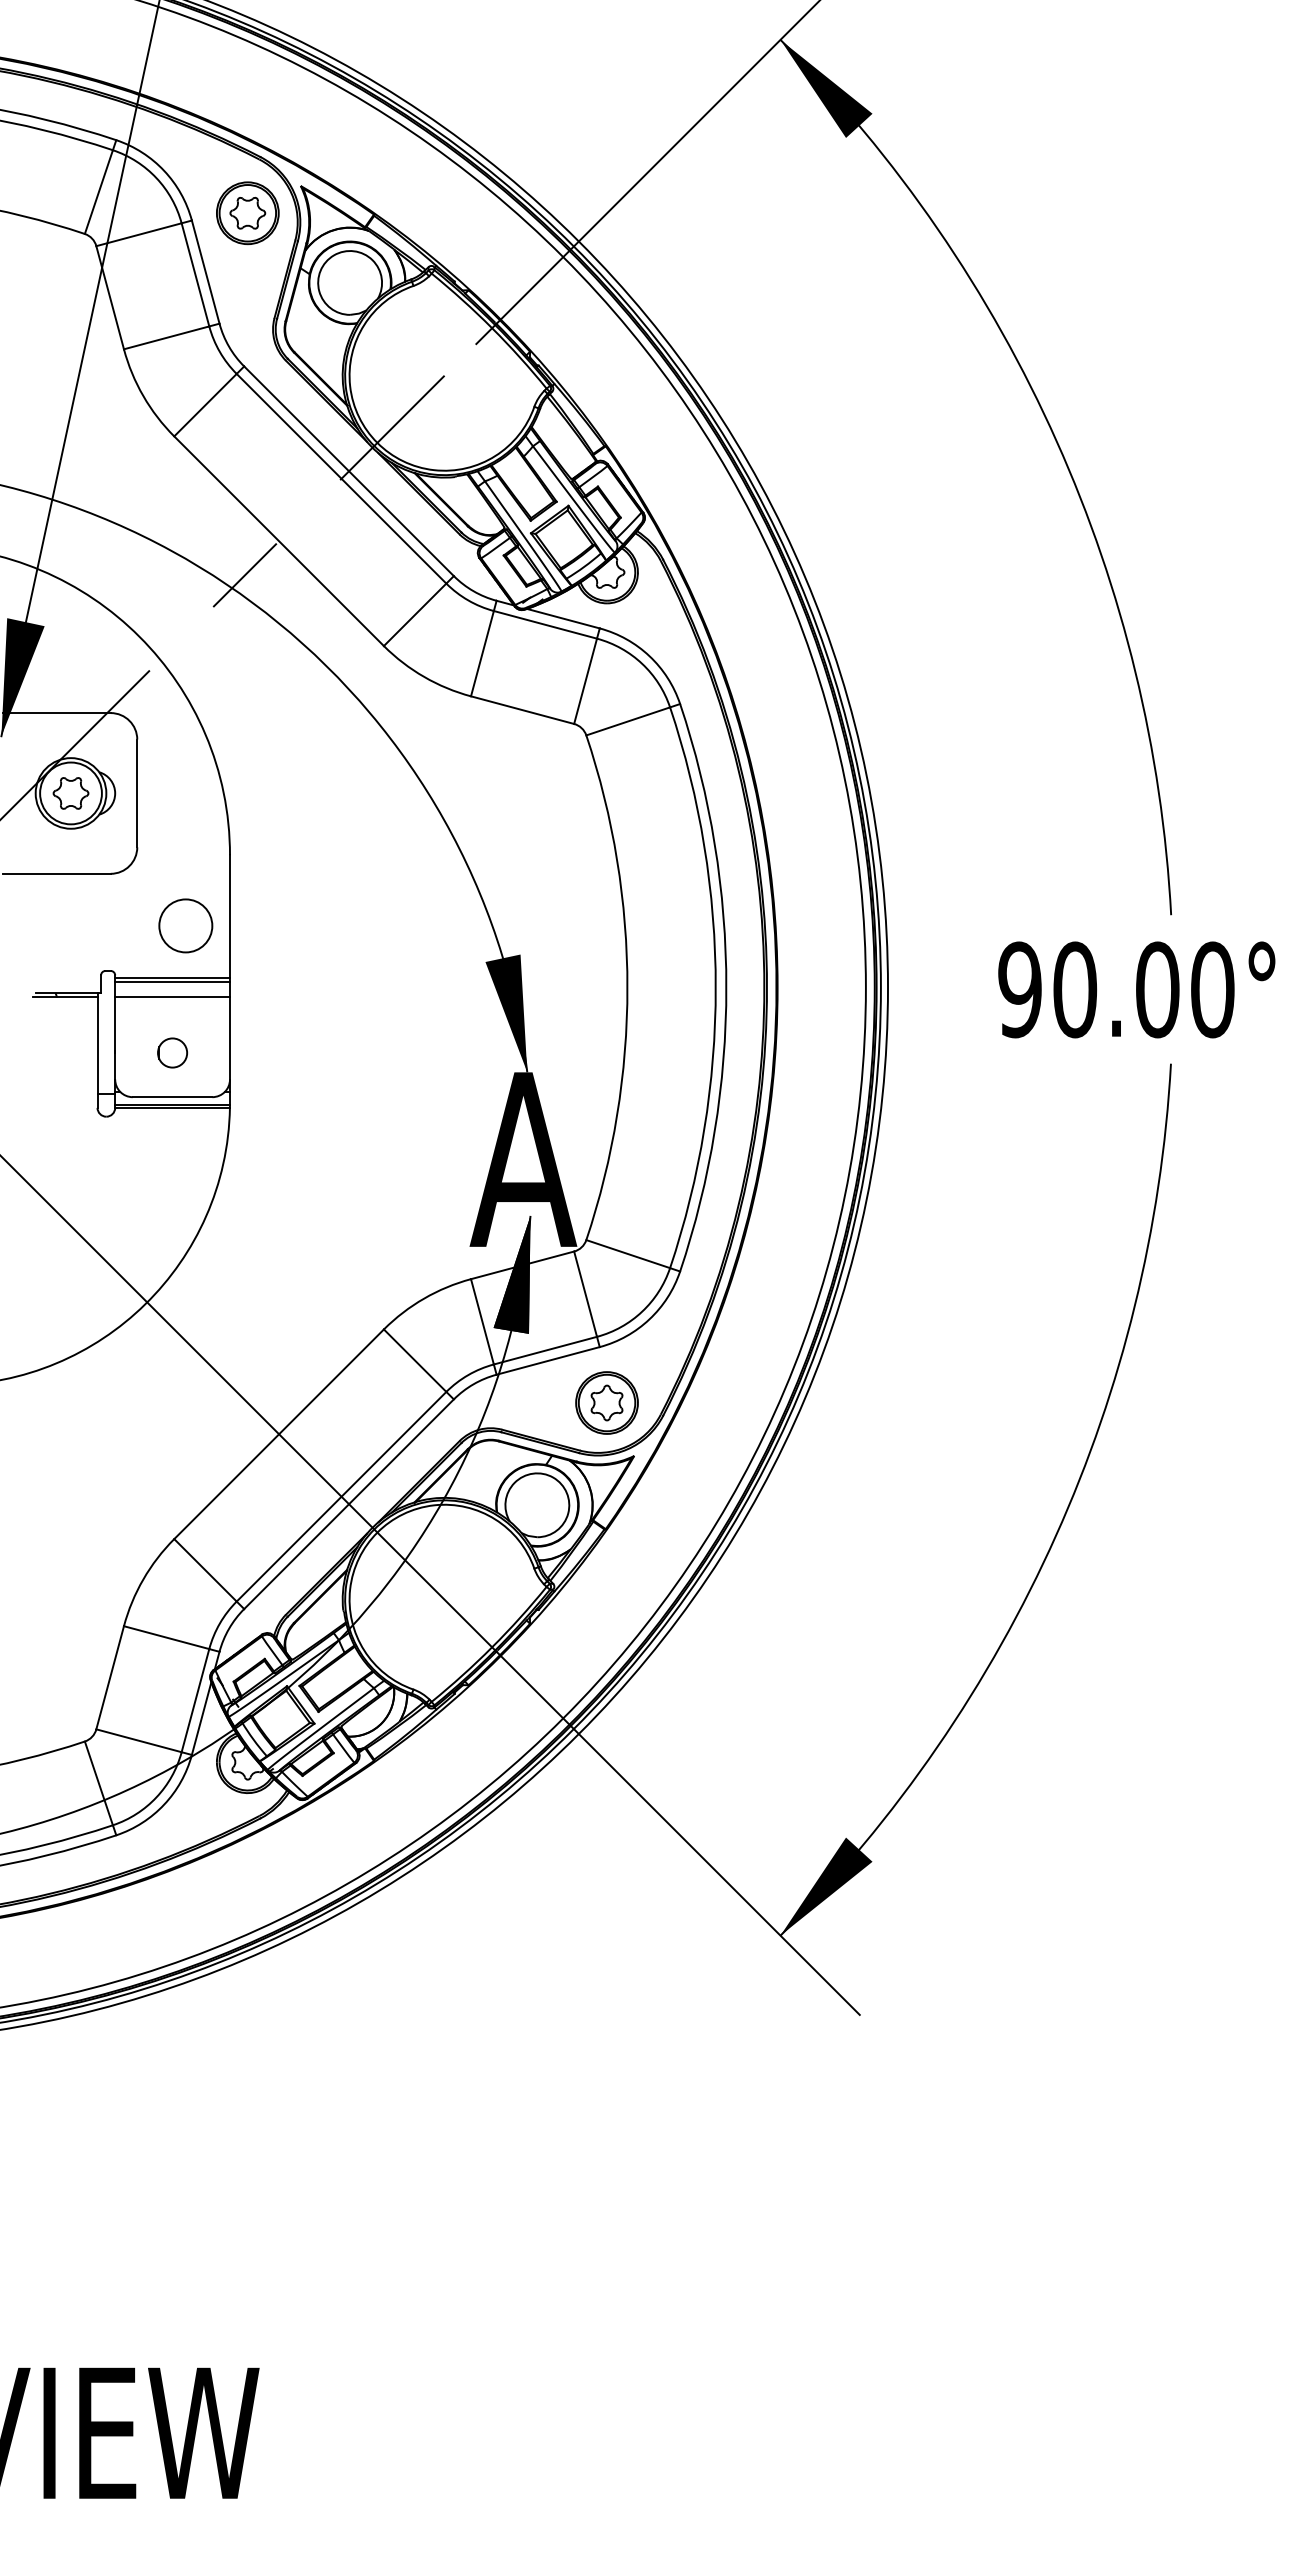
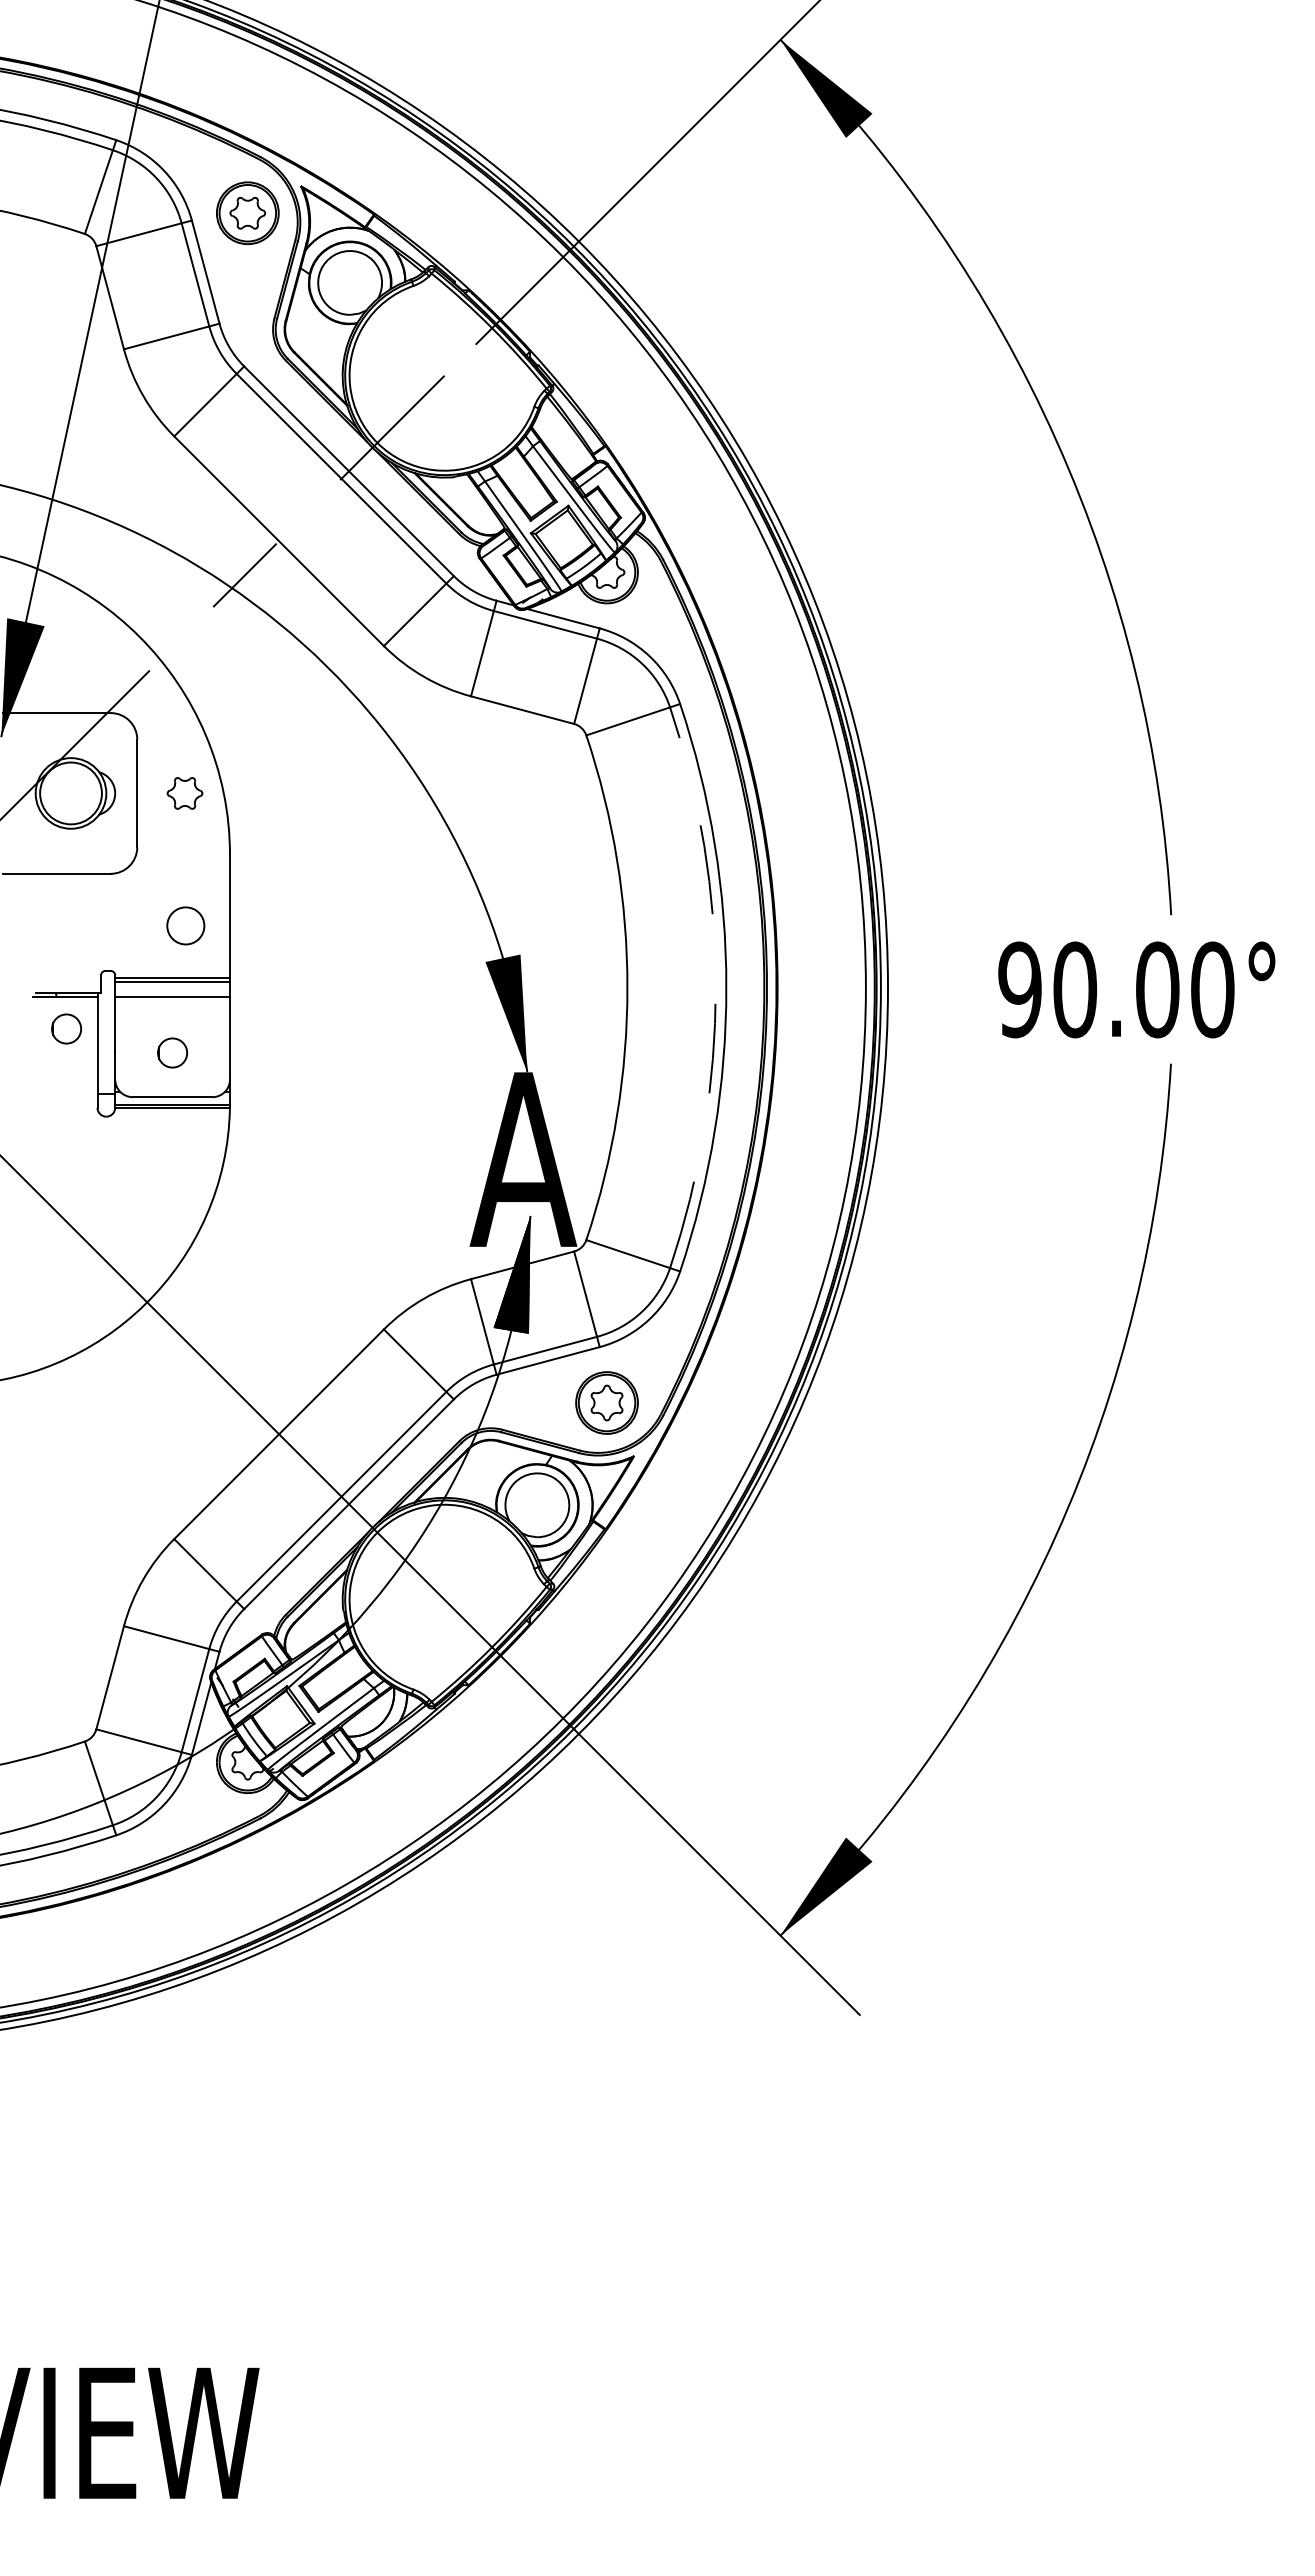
part at (70, 793) position: (70, 793) -> (184, 793)
circle at (185, 925) diameter: 53 px -> 37 px
arc at (715, 987): solid -> dashed
circle at (66, 1028): none -> present
